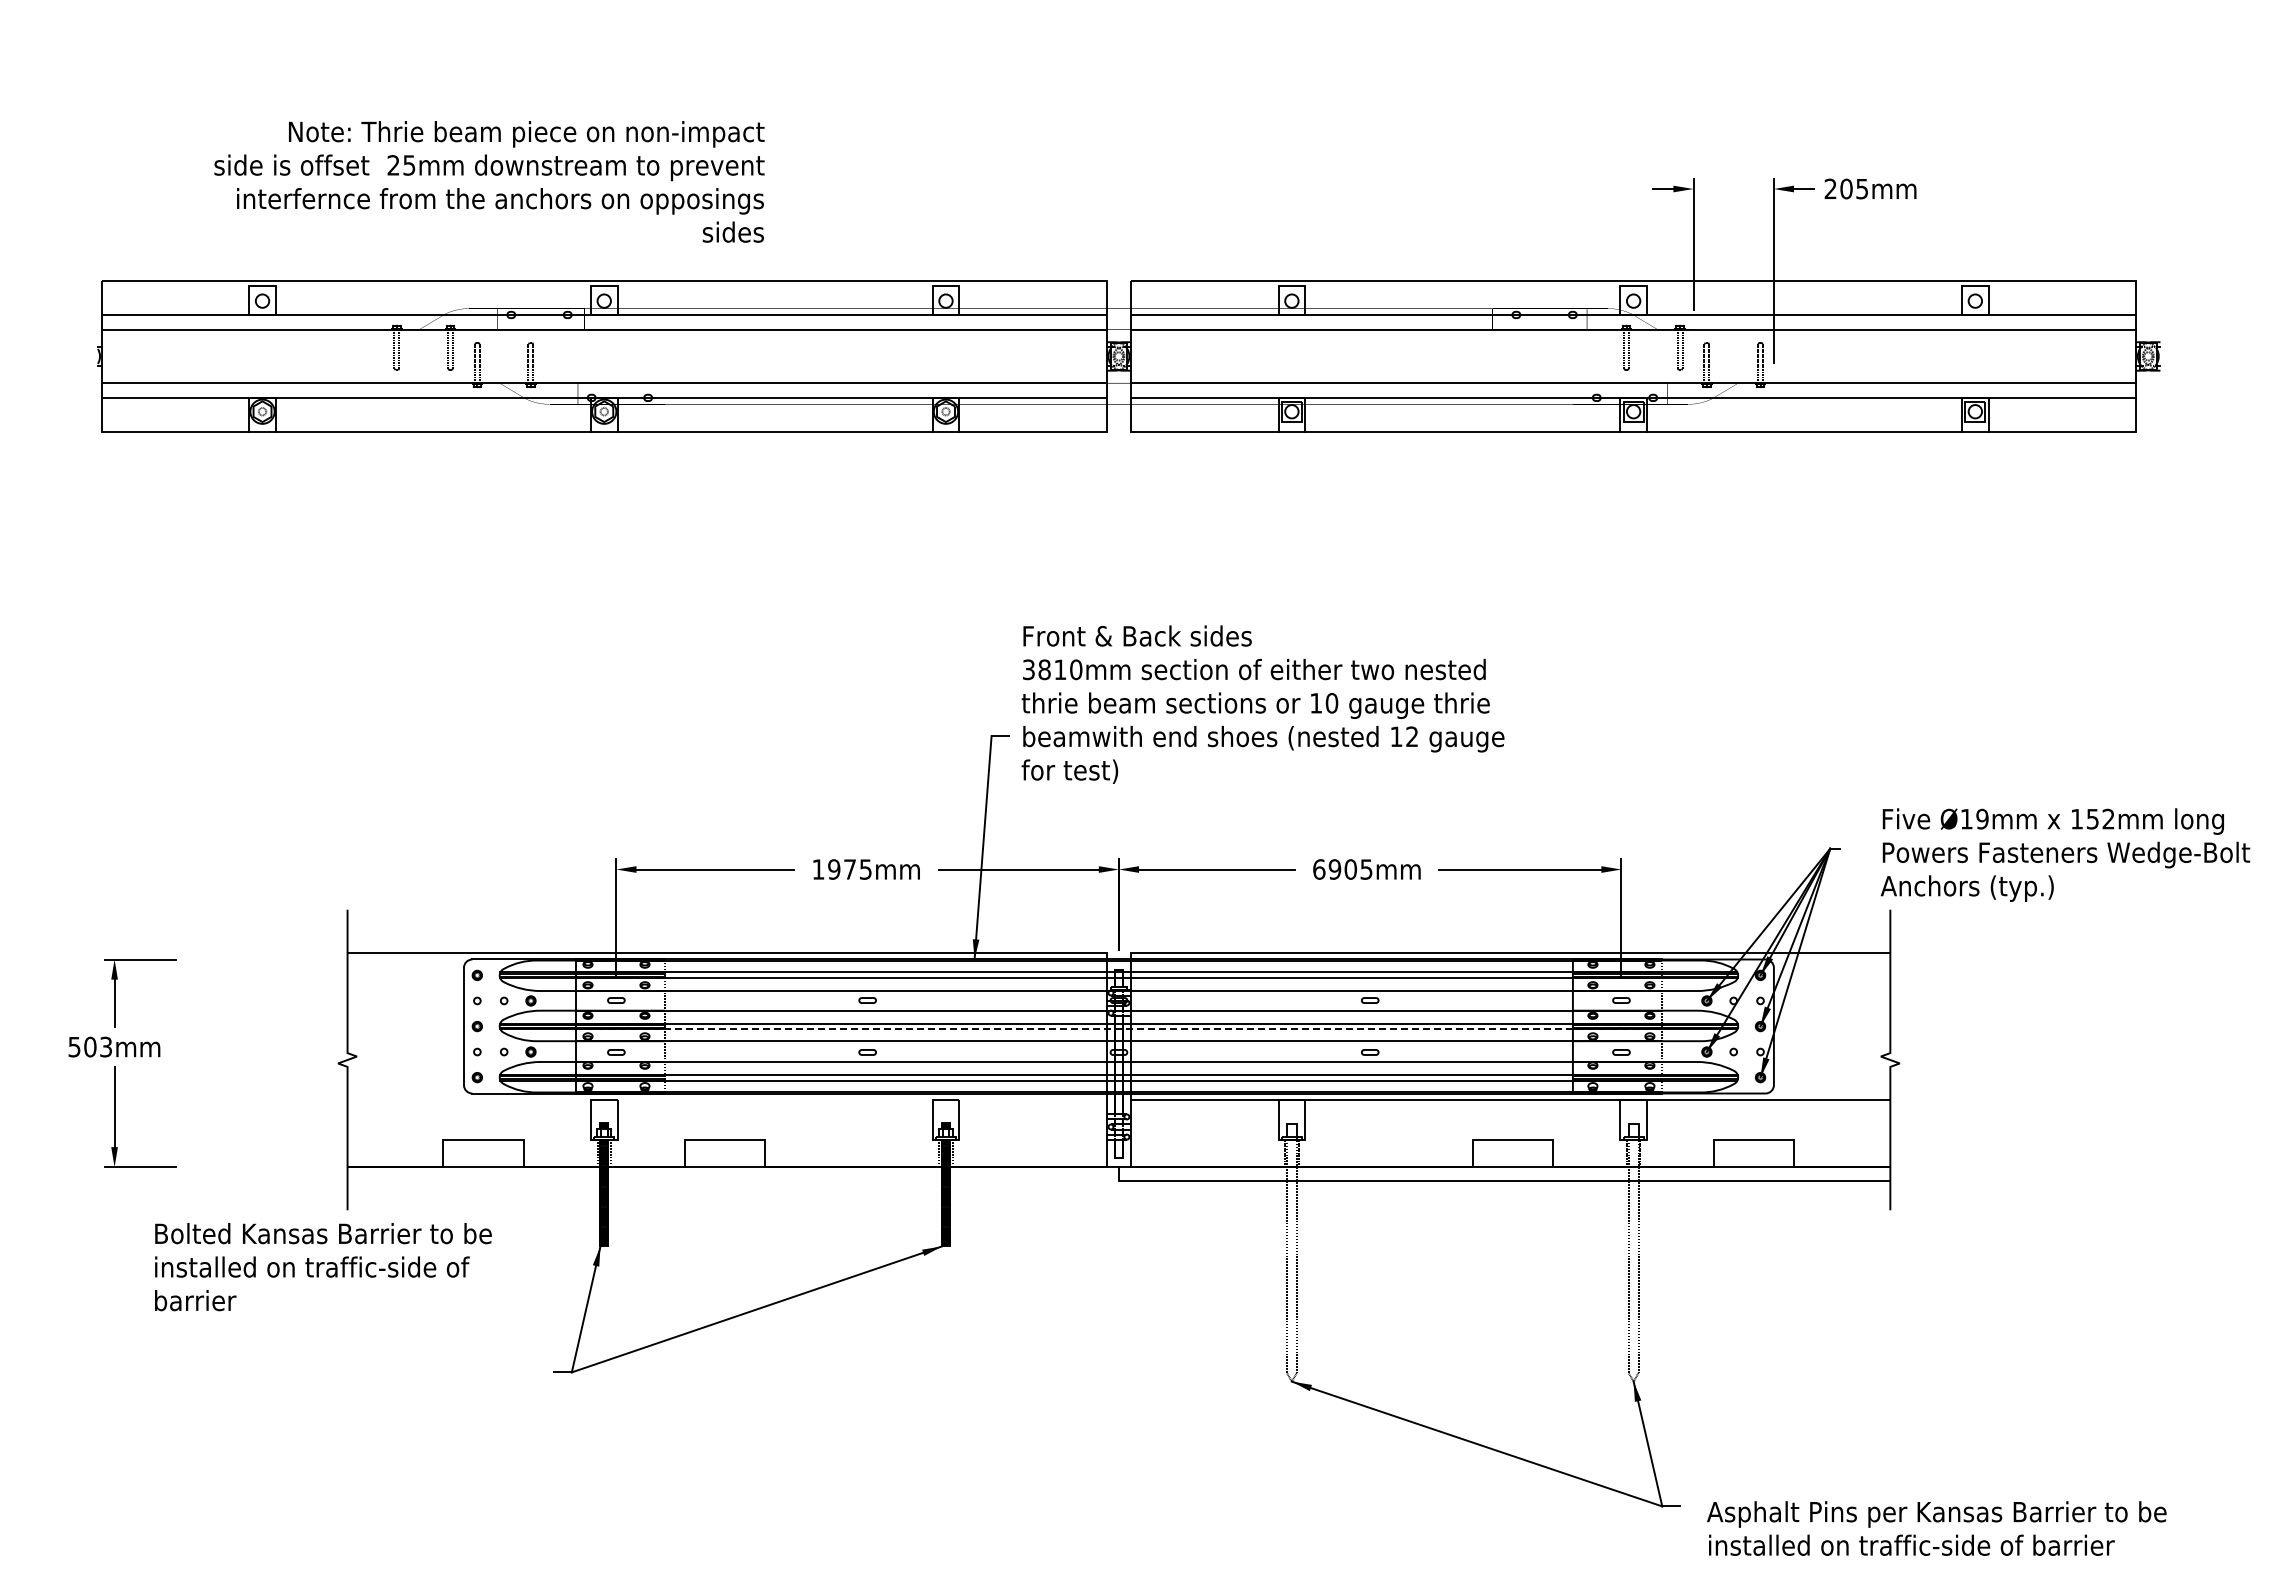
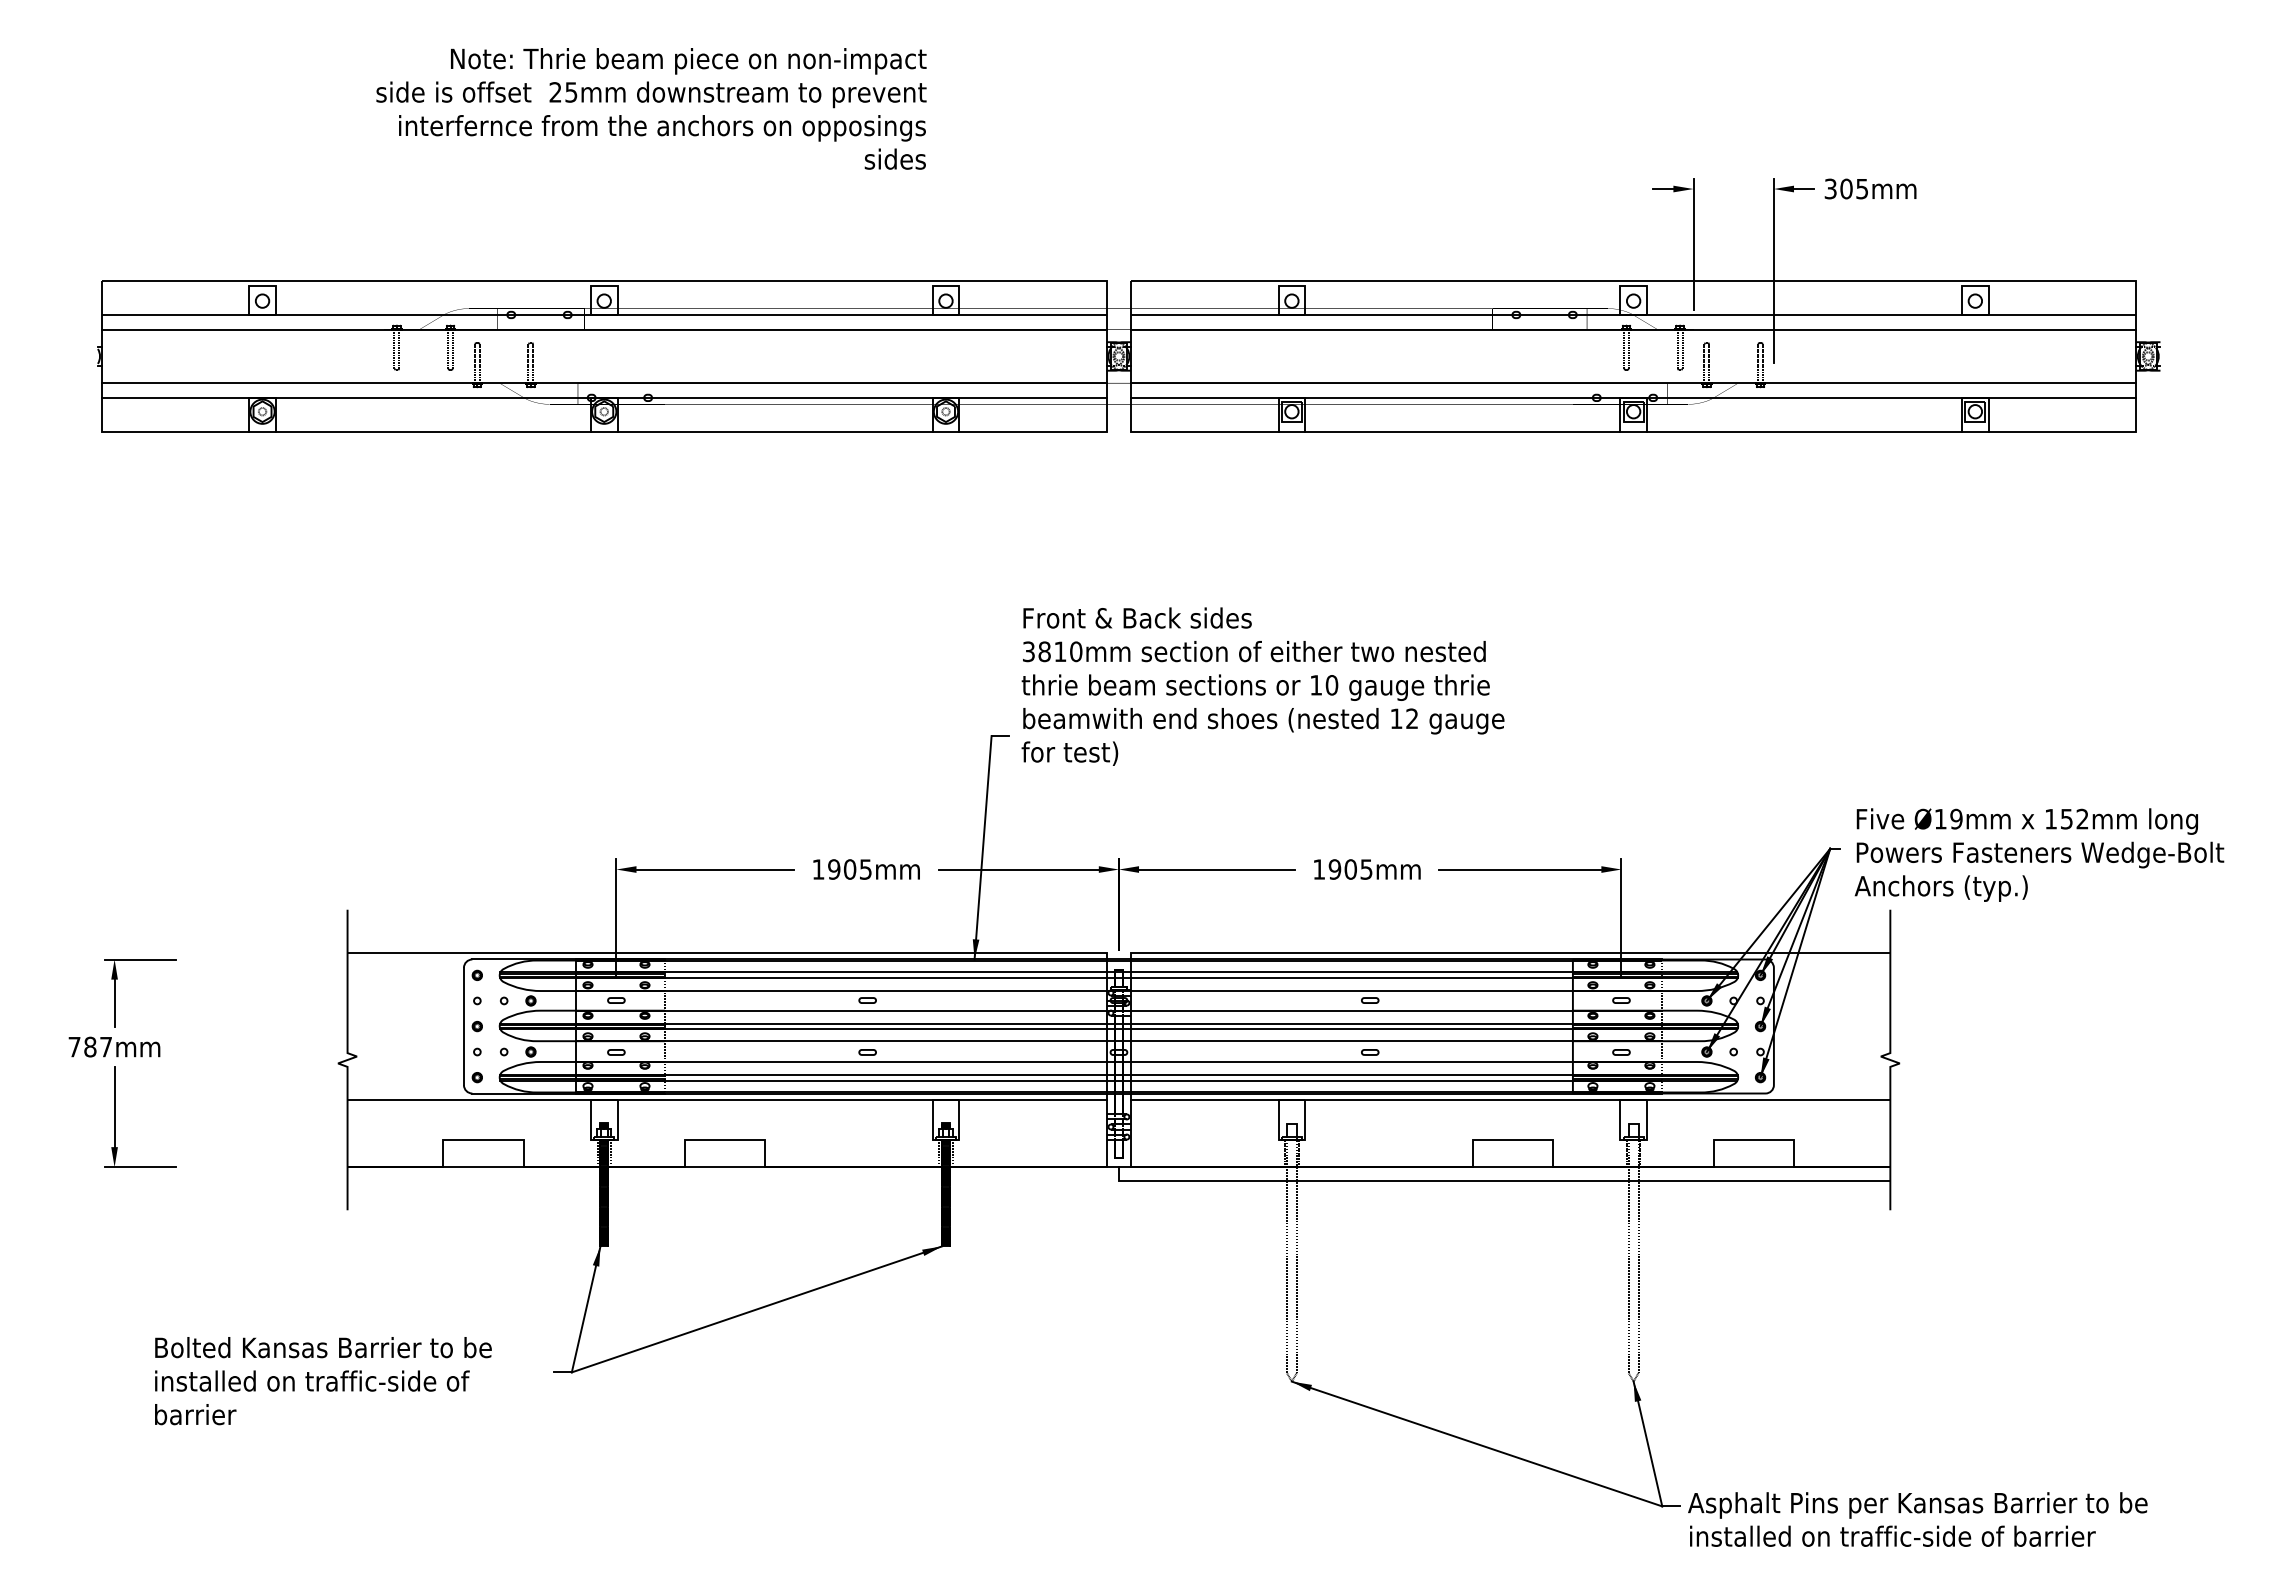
text at (489, 181) position: (489, 181) -> (651, 108)
text at (1830, 189): 205mm -> 305mm
text at (1262, 704) position: (1262, 704) -> (1262, 686)
text at (2065, 854) position: (2065, 854) -> (2039, 854)
text at (849, 869): 1975mm -> 1905mm
text at (1319, 869): 6905mm -> 1905mm
line at (1118, 1029): dashed -> solid
text at (89, 1046): 503mm -> 787mm
line at (726, 1100): none -> present
text at (323, 1267) position: (323, 1267) -> (323, 1381)
text at (1936, 1528) position: (1936, 1528) -> (1917, 1519)
